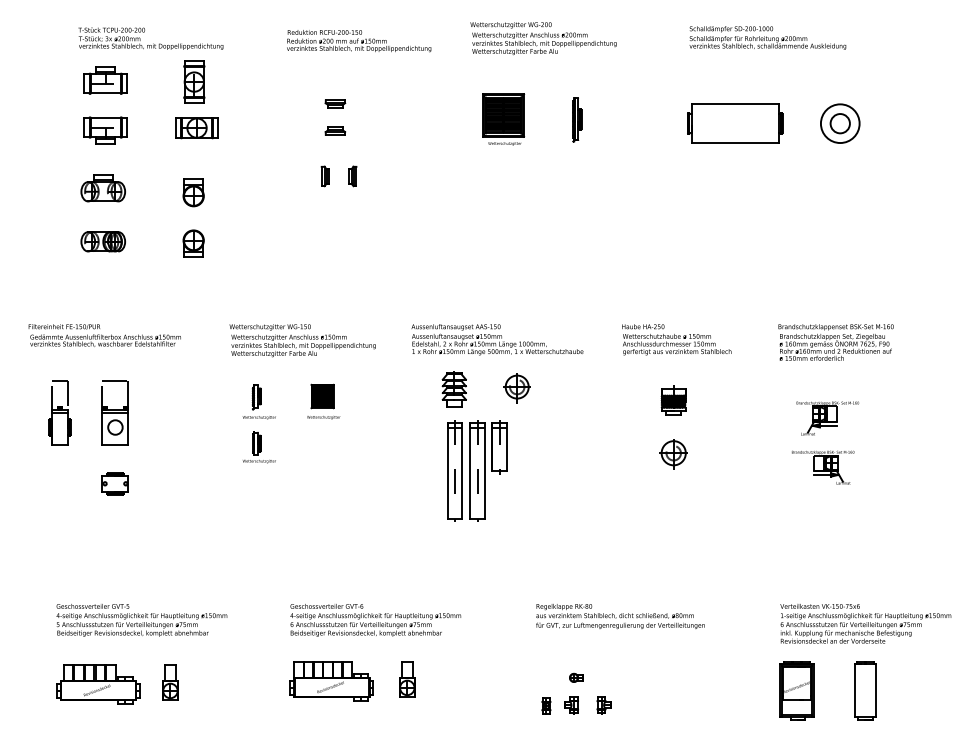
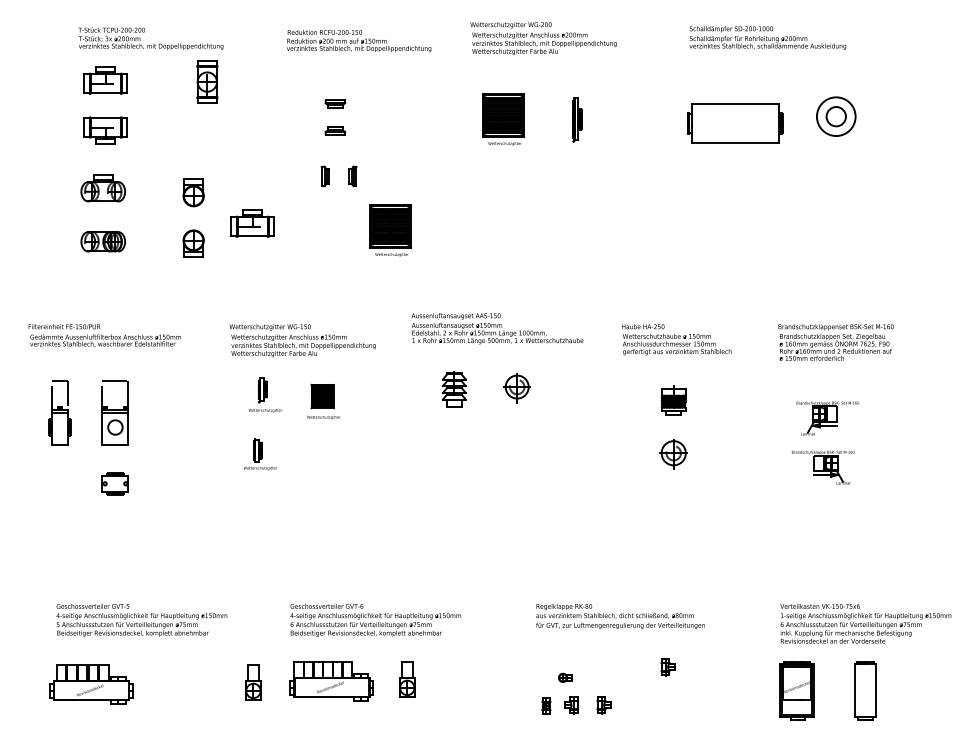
part at (194, 81) position: (194, 81) -> (207, 81)
part at (840, 123) position: (840, 123) -> (836, 116)
part at (196, 128): present -> none
part at (252, 223): none -> present
part at (390, 230): none -> present
text at (497, 339) position: (497, 339) -> (497, 328)
part at (258, 401) position: (258, 401) -> (264, 394)
part at (258, 447) position: (258, 447) -> (259, 454)
part at (477, 470): present -> none
part at (667, 667): none -> present
part at (576, 677) position: (576, 677) -> (565, 677)
part at (170, 682) position: (170, 682) -> (253, 682)
part at (98, 684) position: (98, 684) -> (91, 684)
